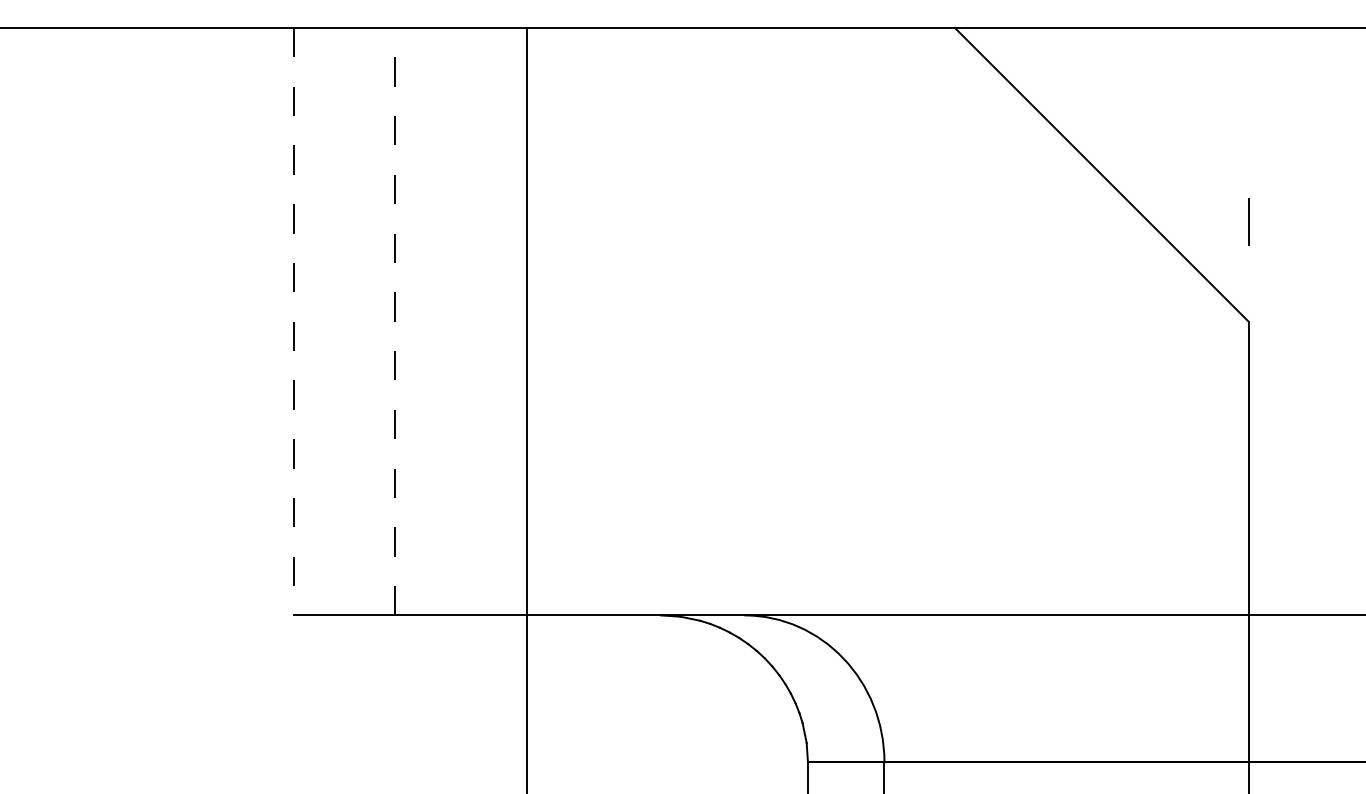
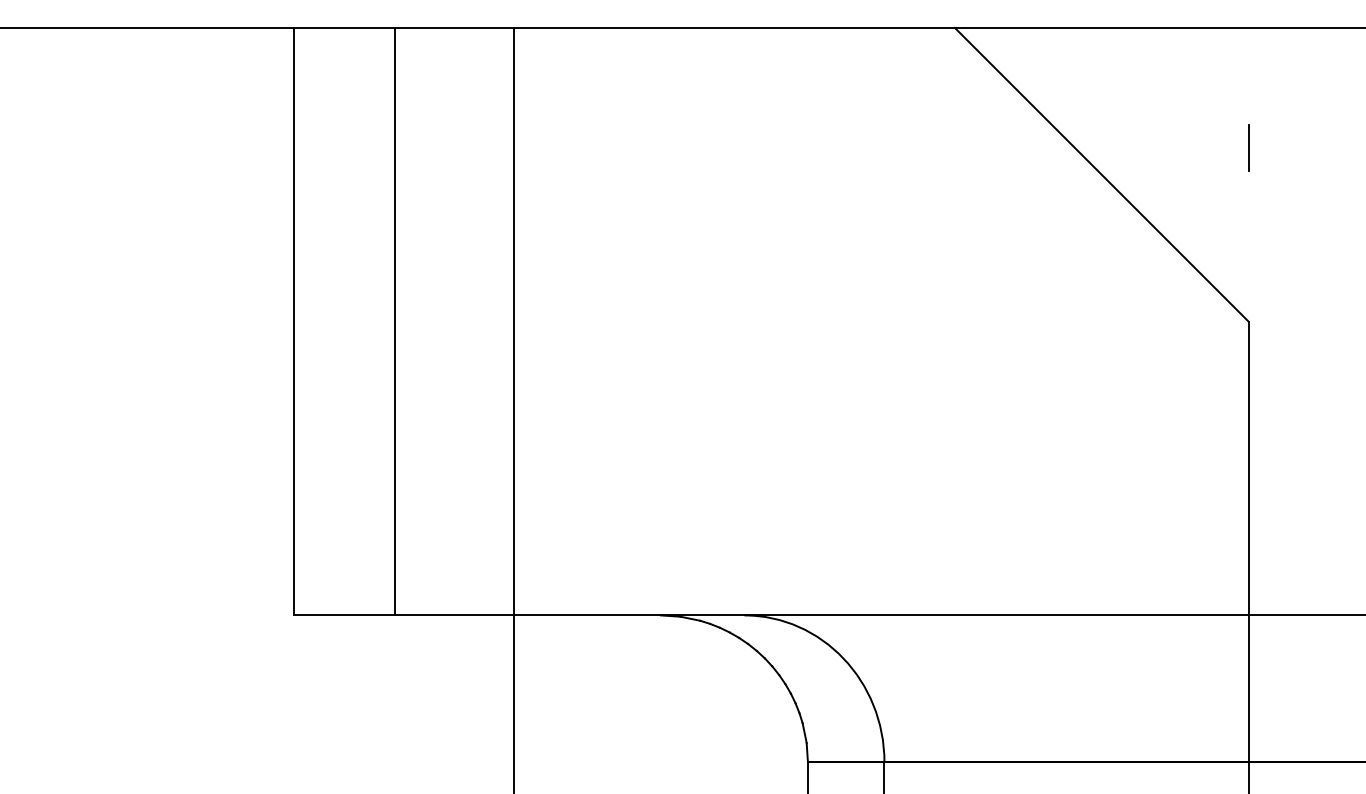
line at (1248, 221) position: (1248, 221) -> (1248, 147)
line at (293, 321): dashed -> solid
line at (394, 321): dashed -> solid
line at (527, 408) position: (527, 408) -> (514, 408)
